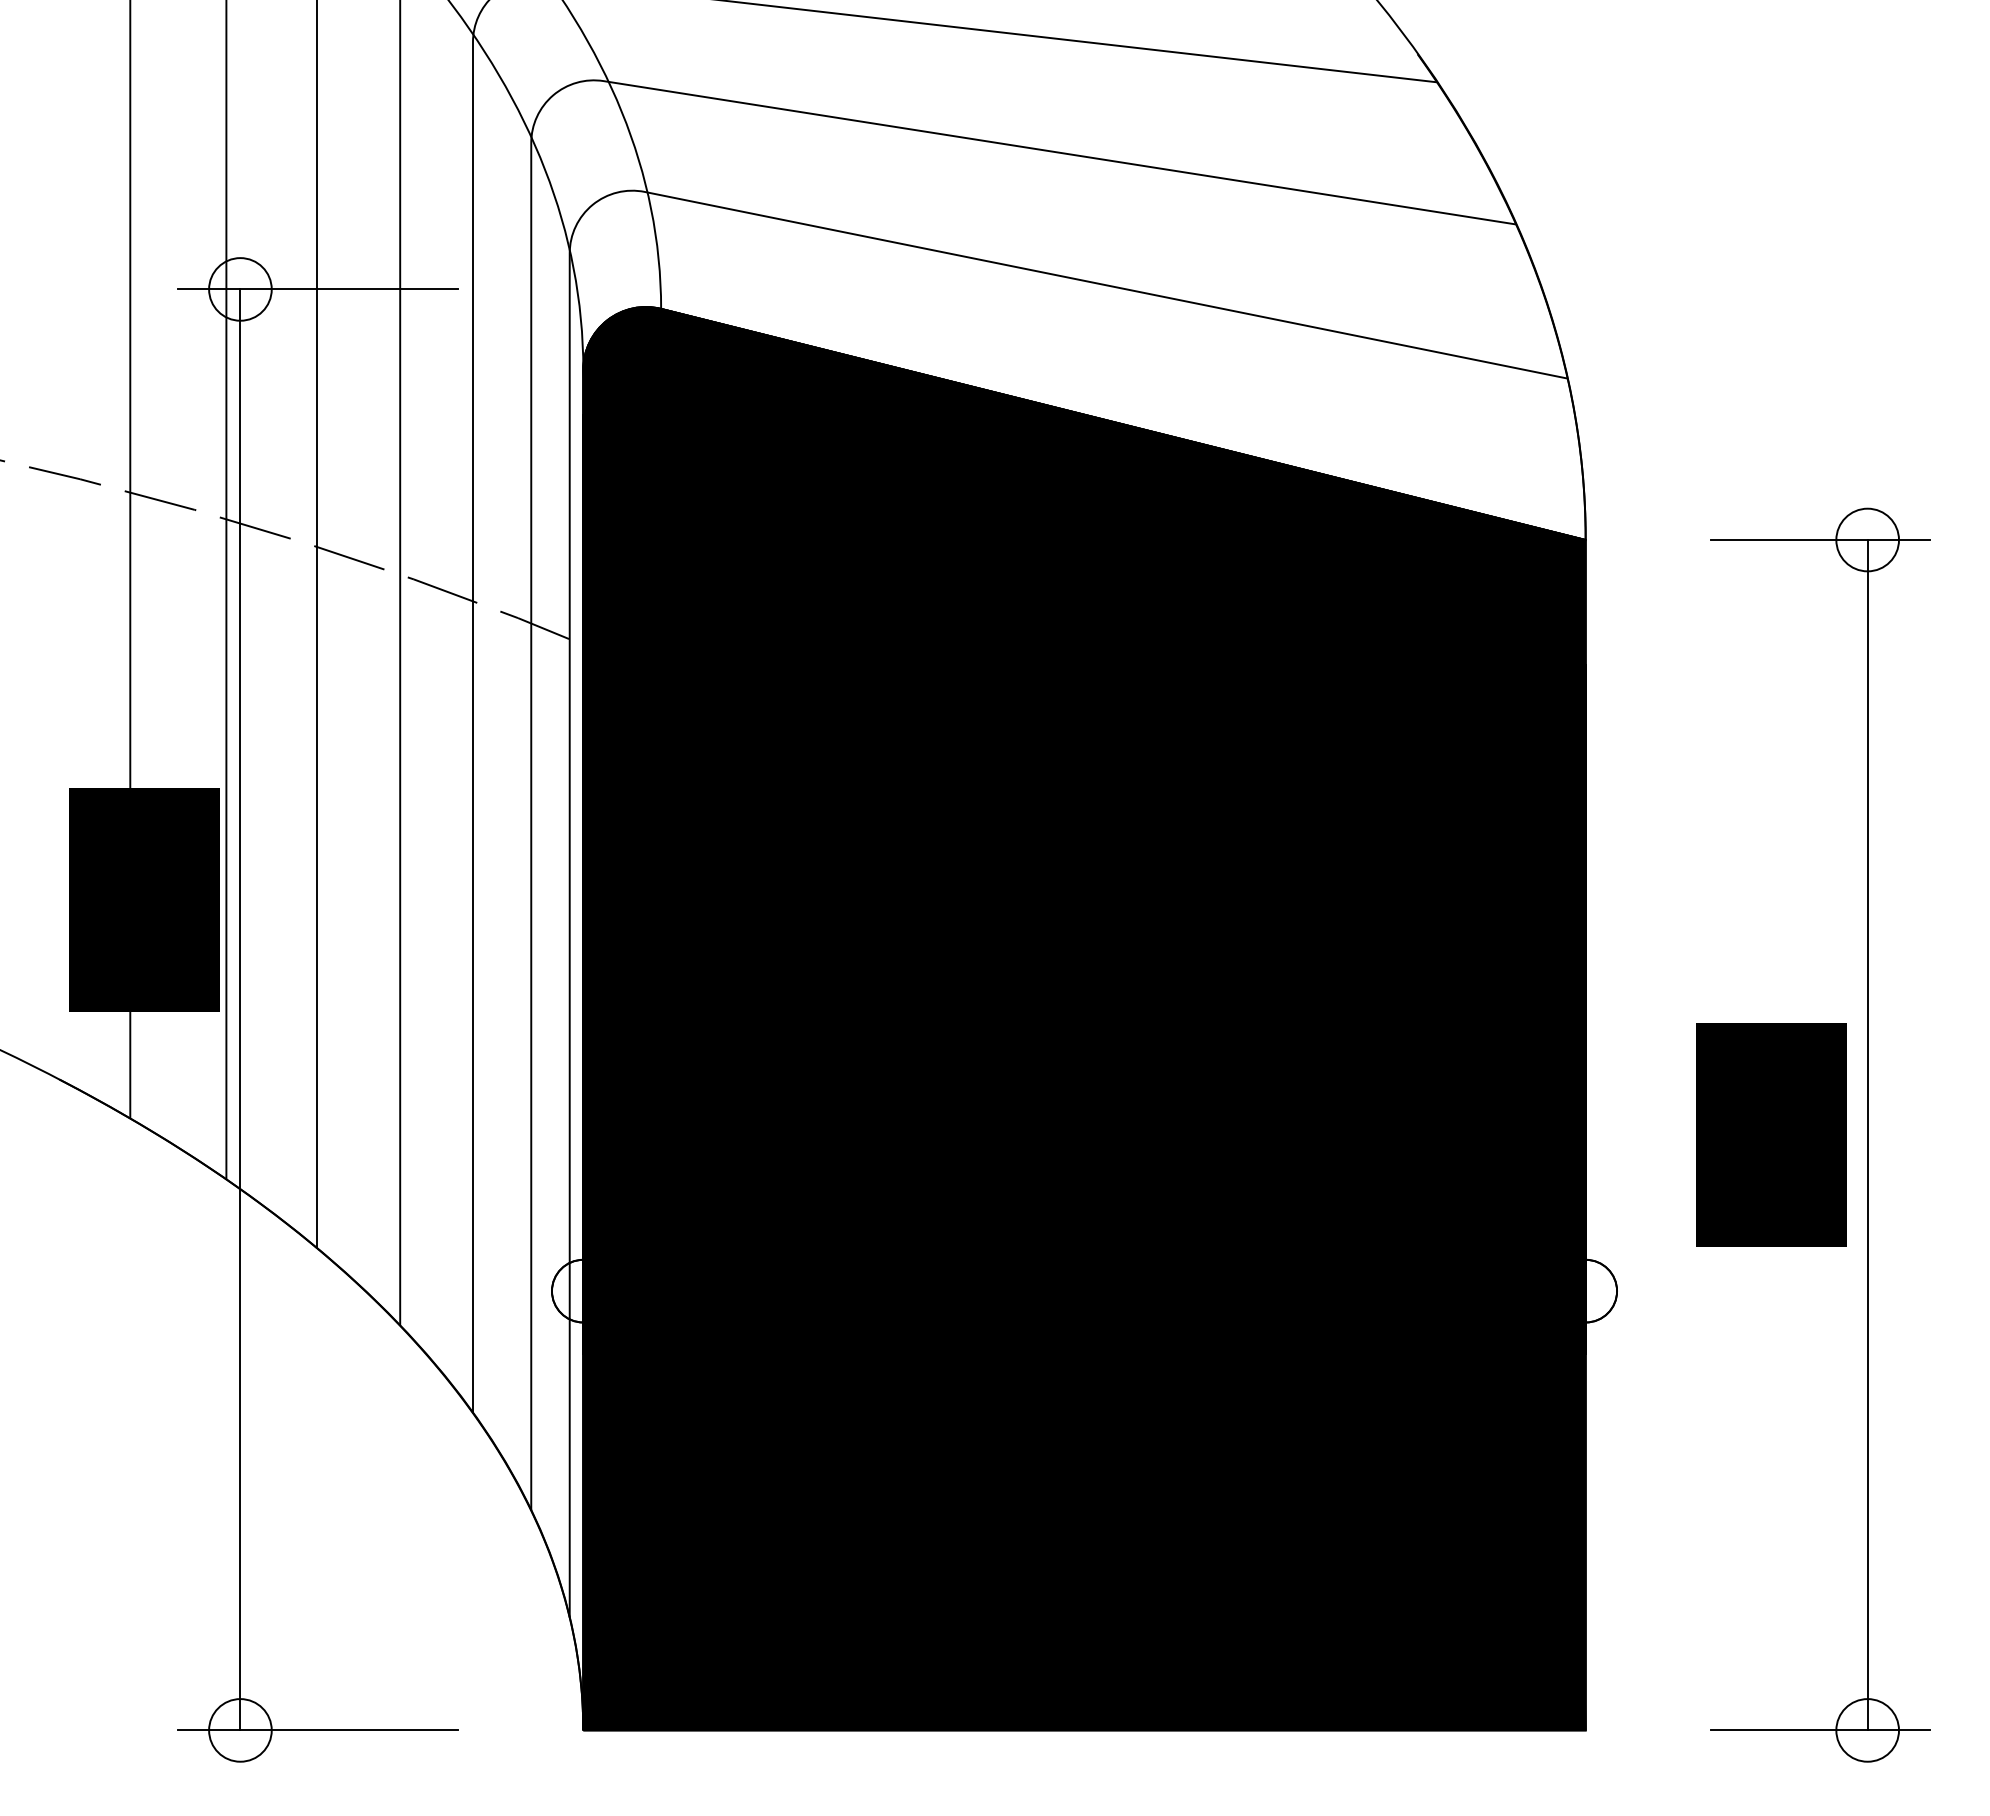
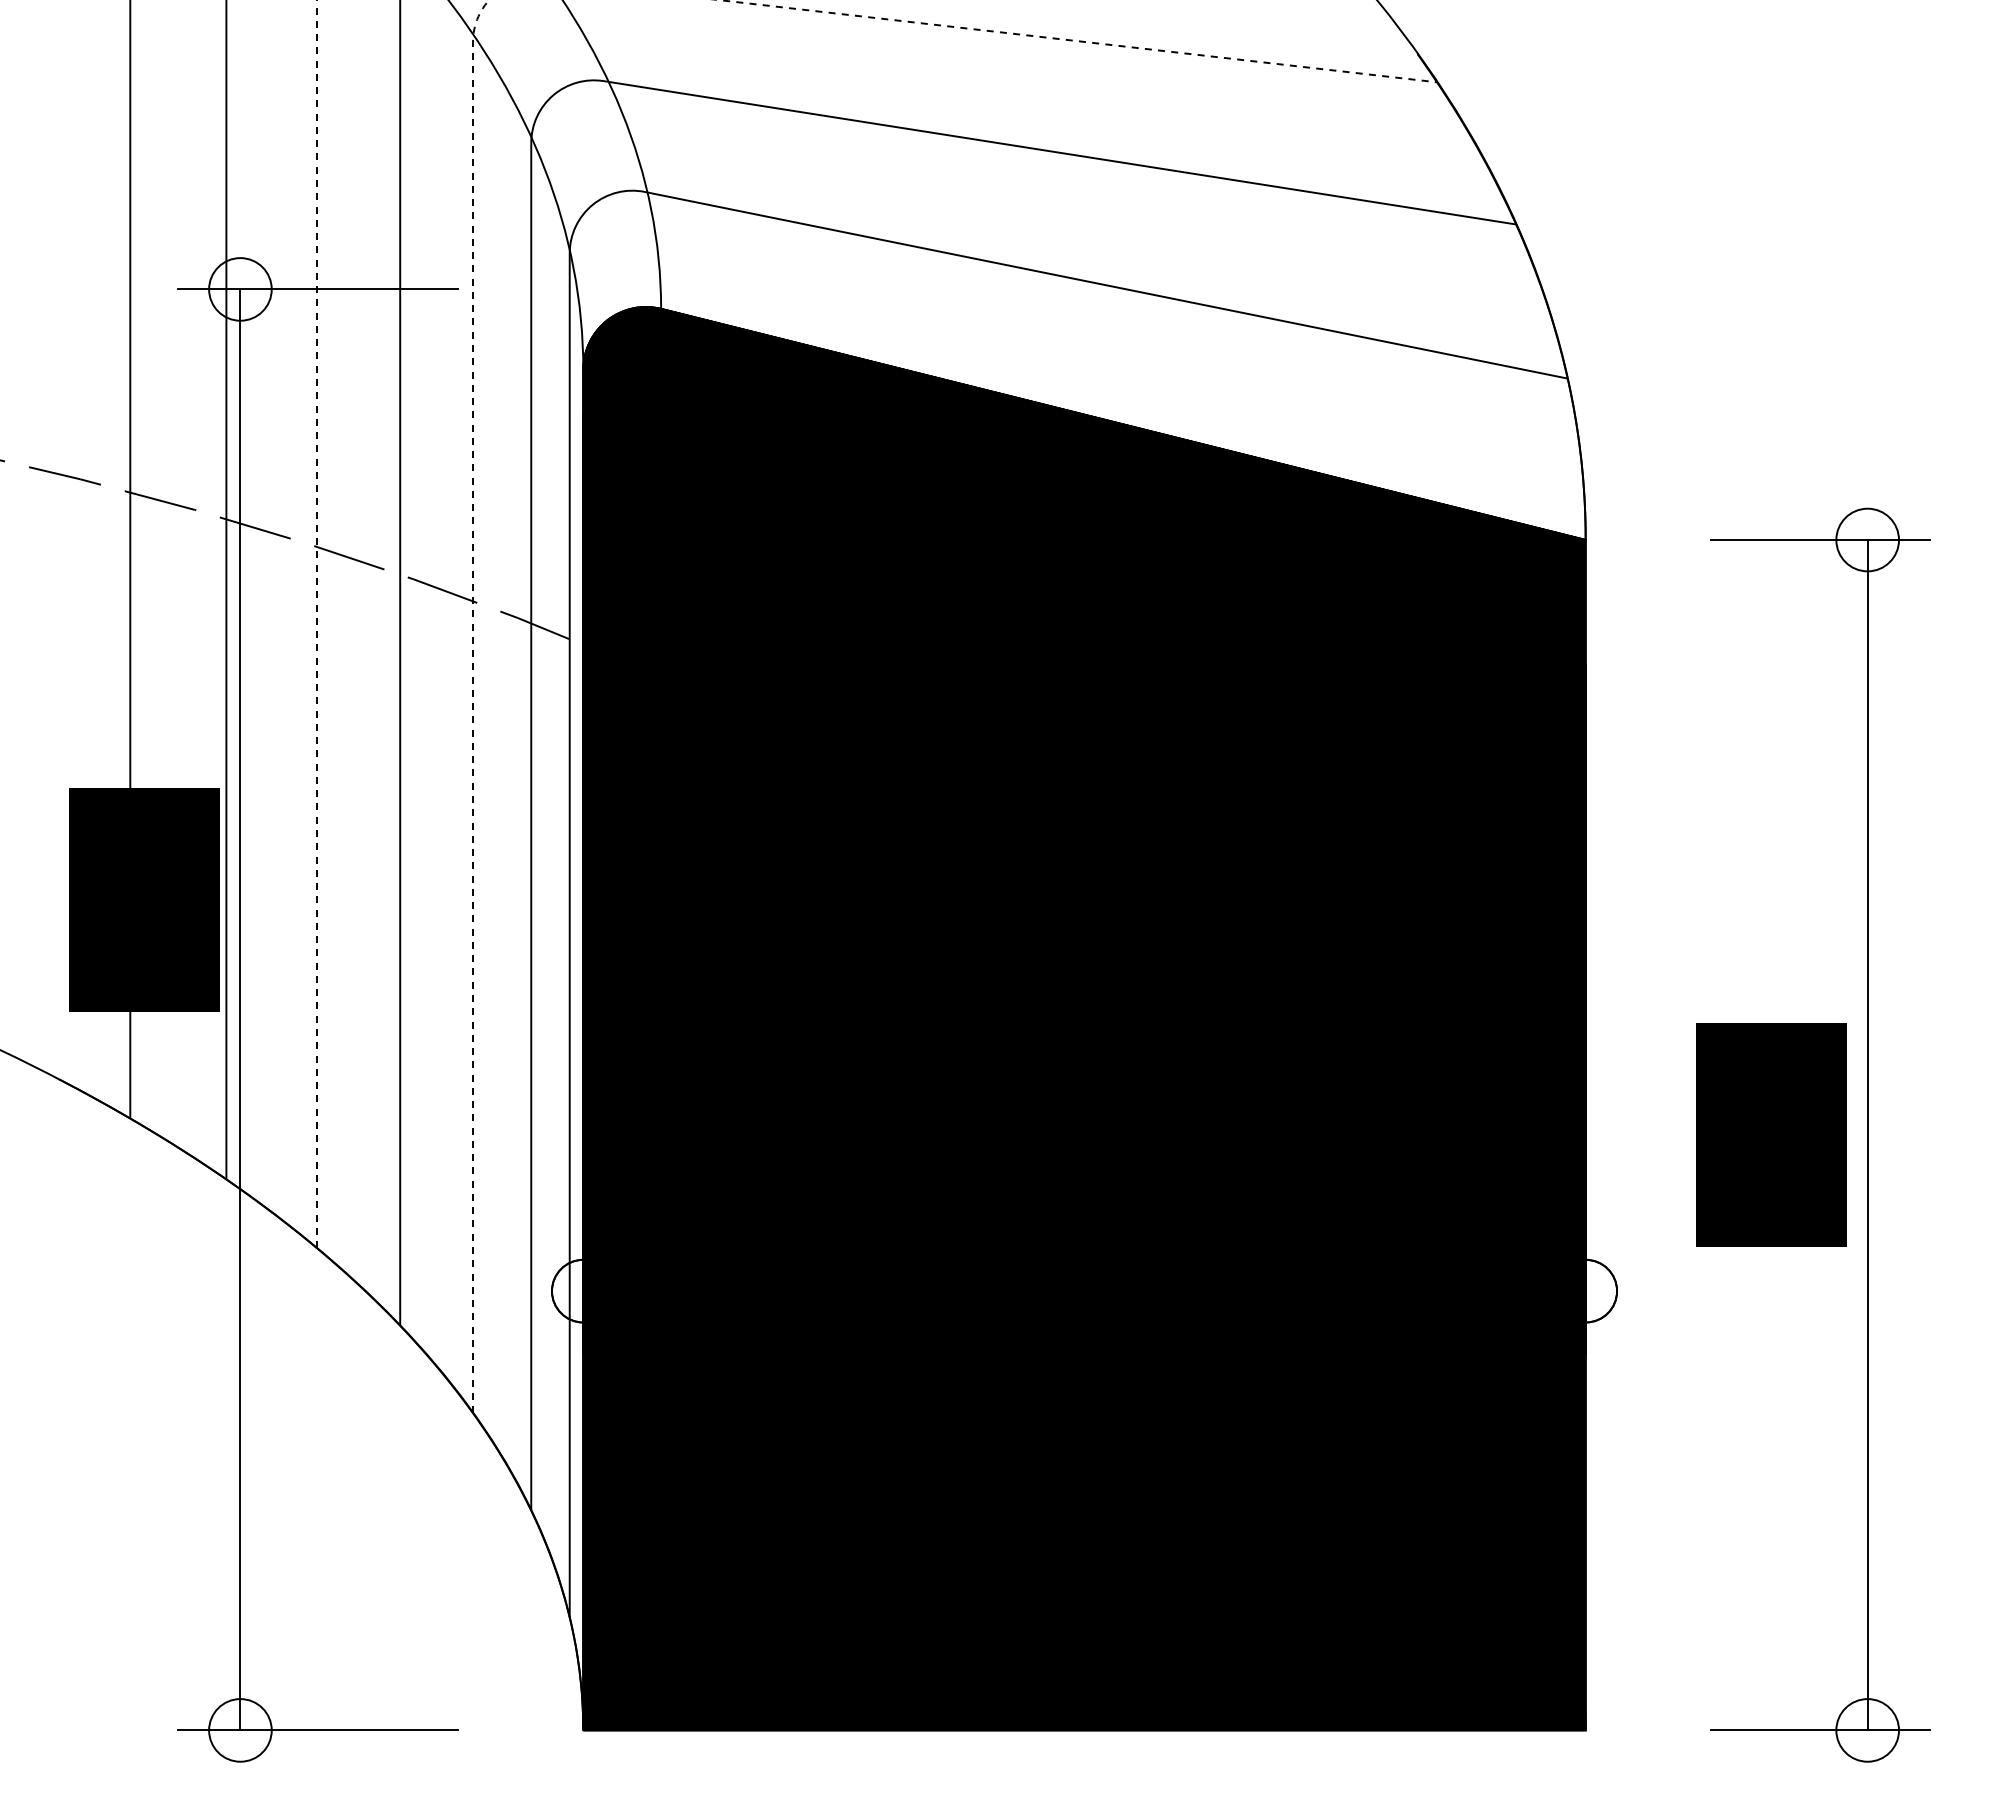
line at (472, 336): solid -> dashed
line at (316, 624): solid -> dashed
